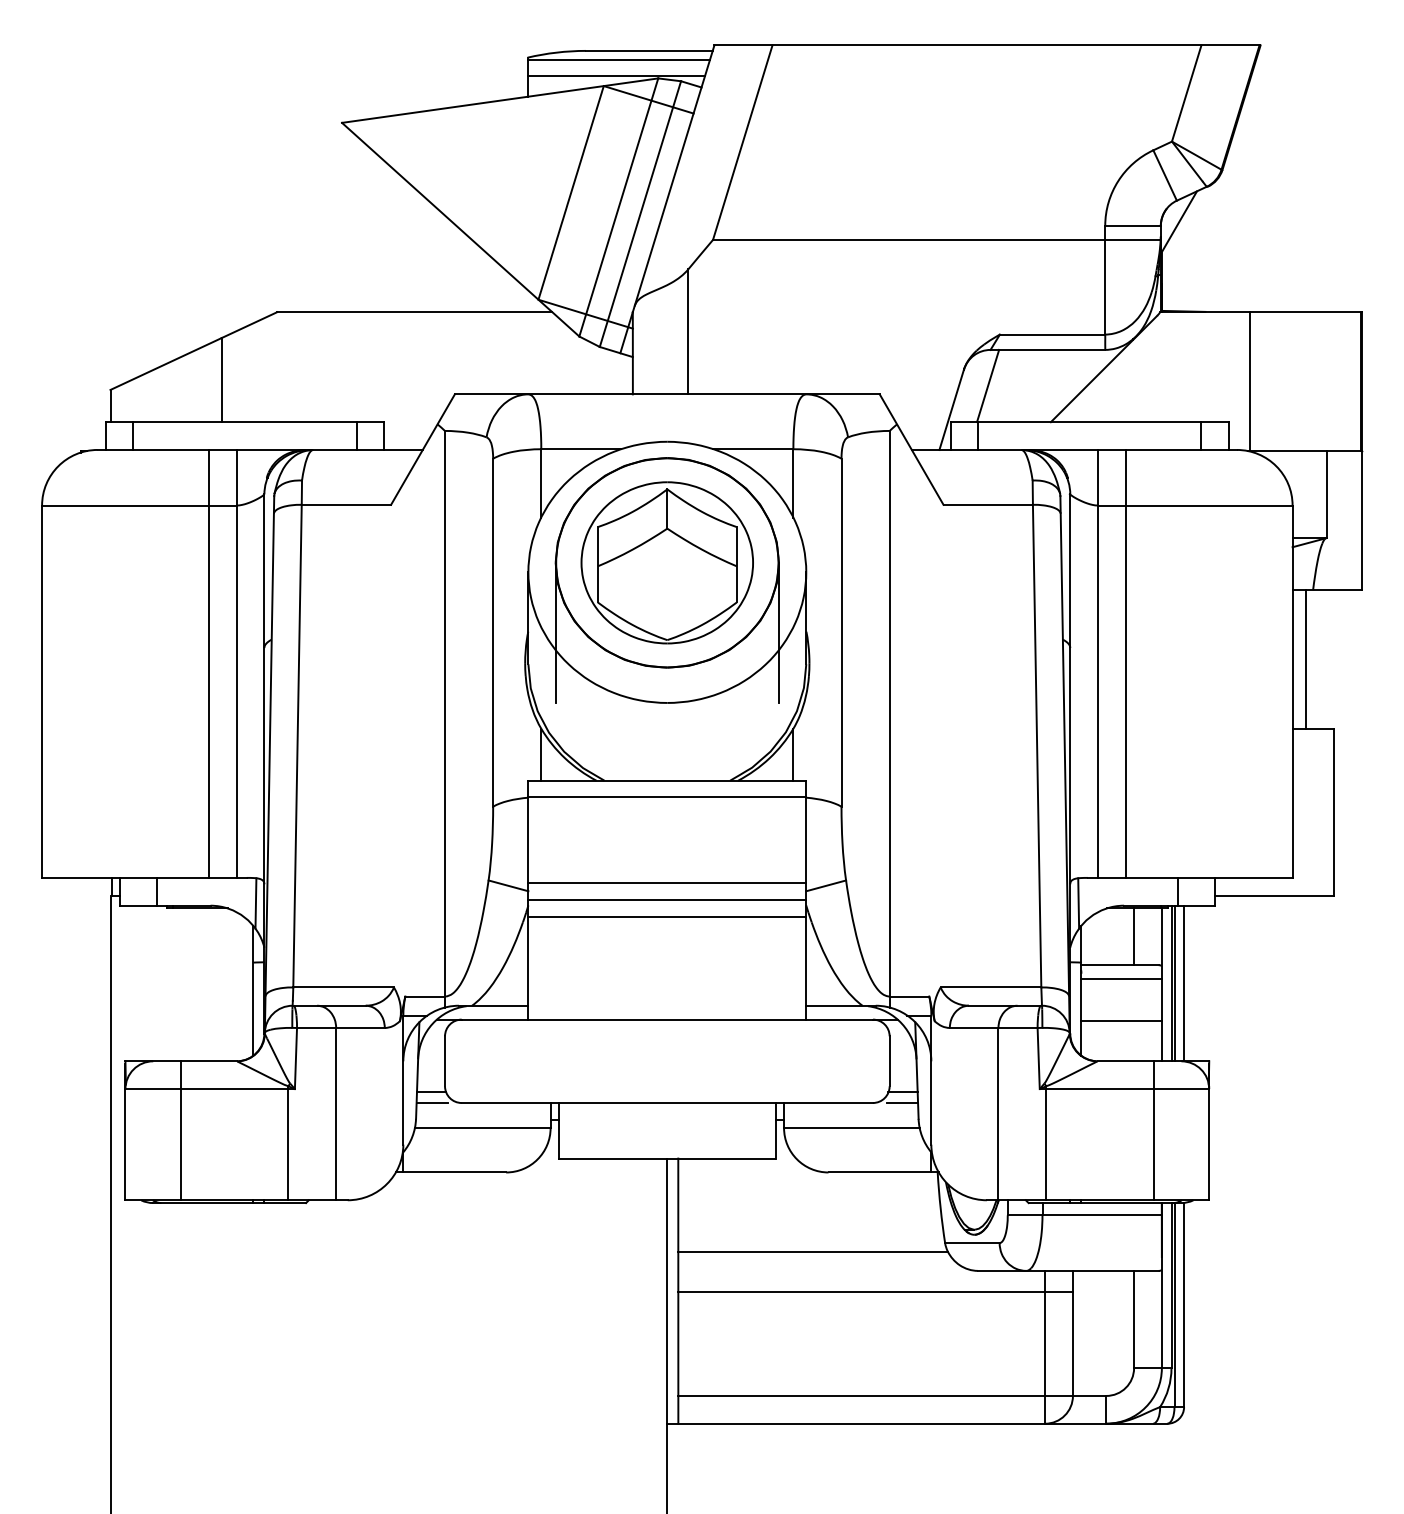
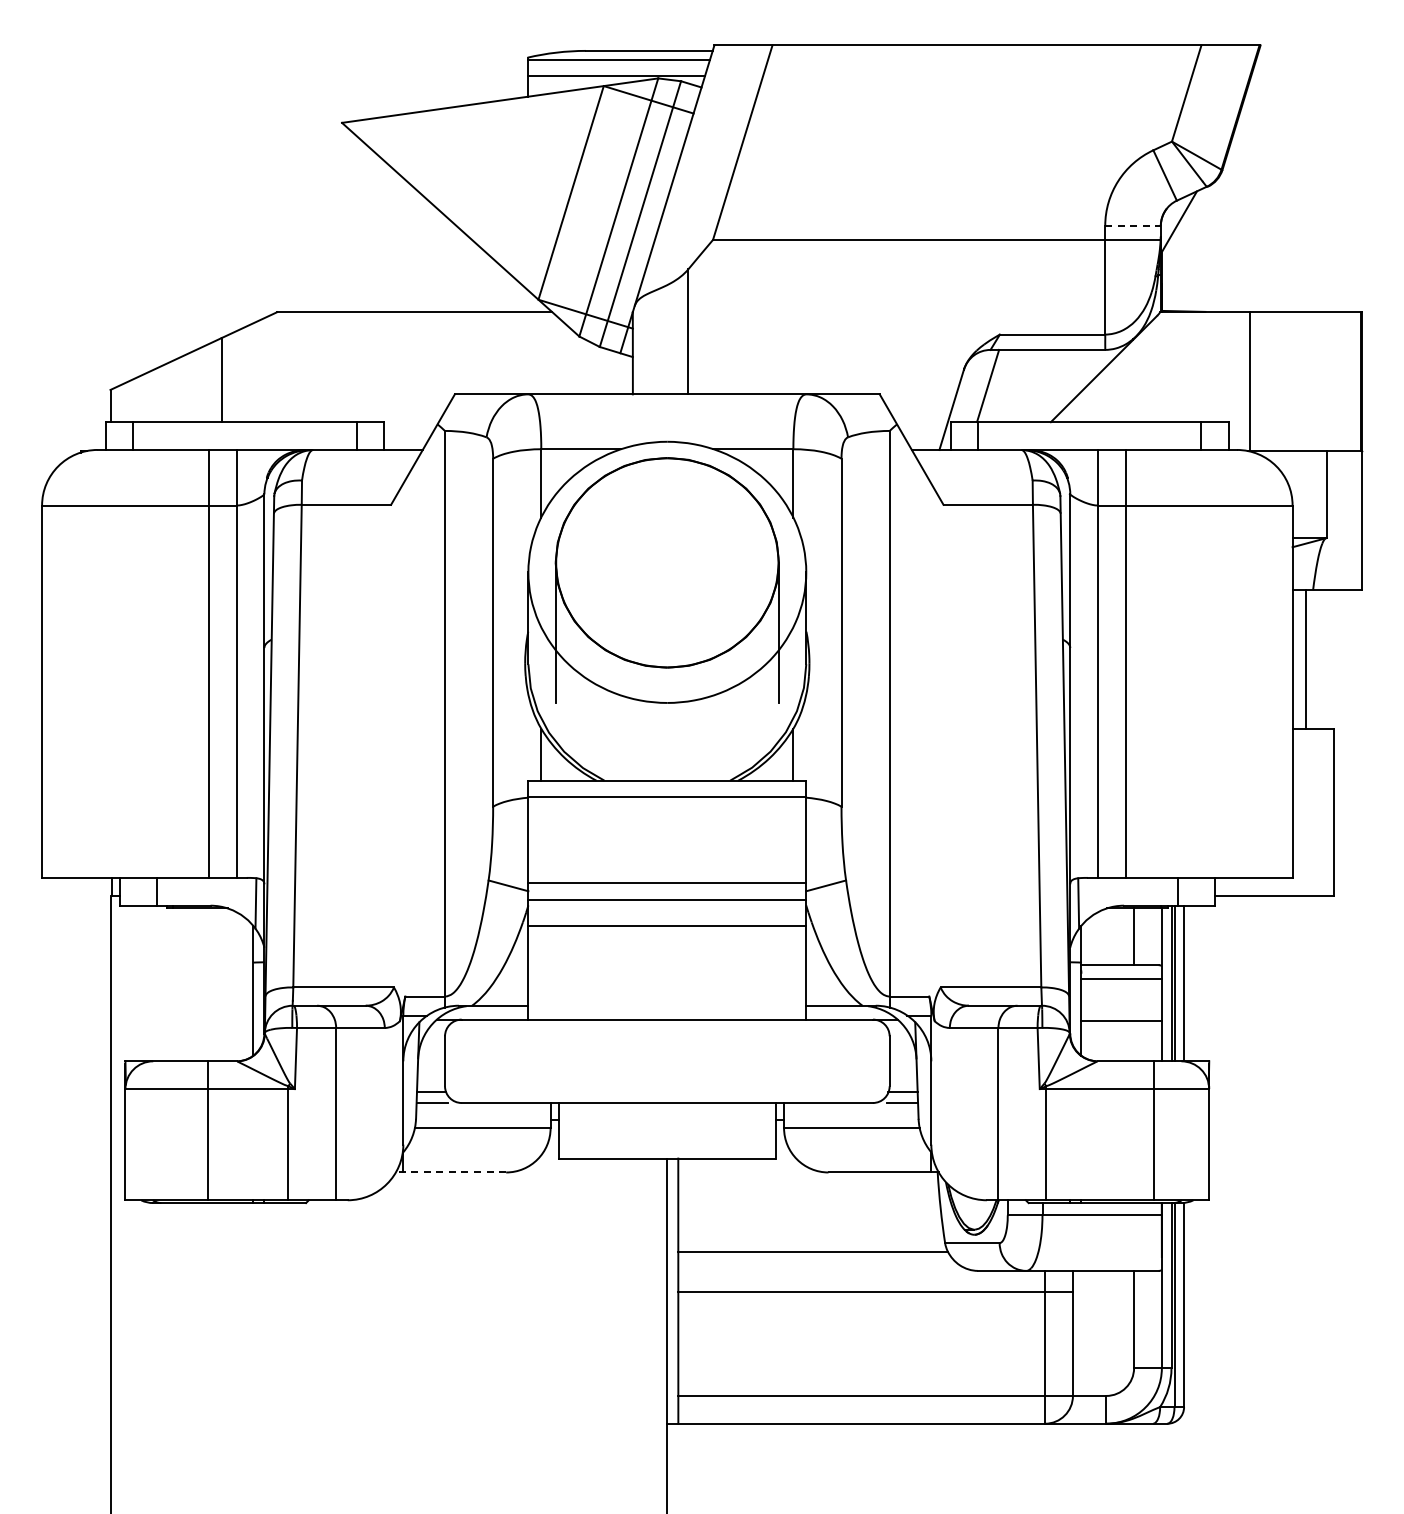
line at (1133, 225): solid -> dashed
part at (666, 562): present -> none
line at (667, 916) position: (667, 916) -> (667, 925)
line at (181, 1130) position: (181, 1130) -> (208, 1130)
line at (450, 1172): solid -> dashed
